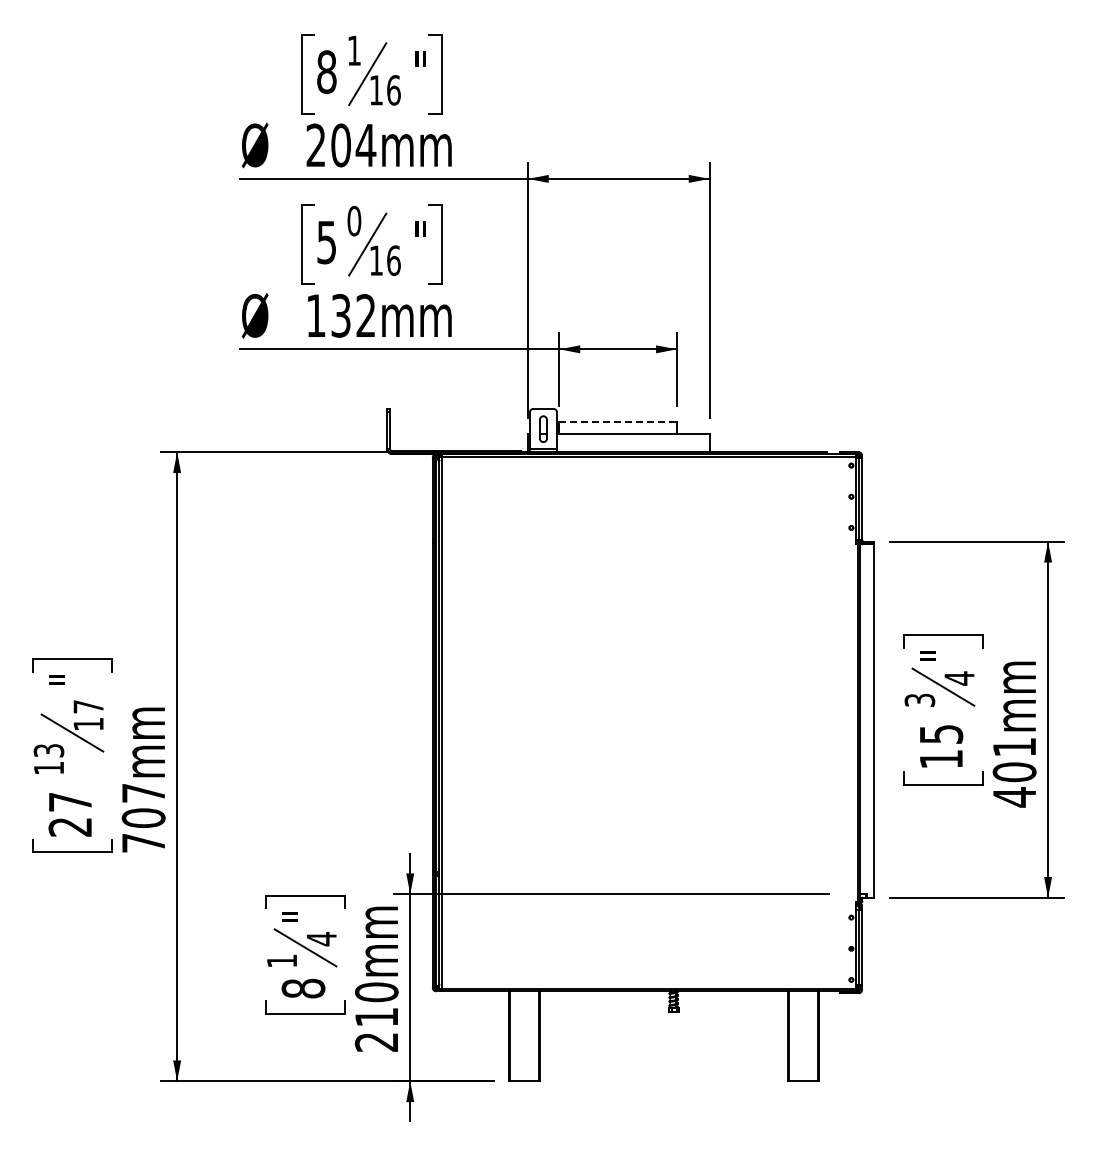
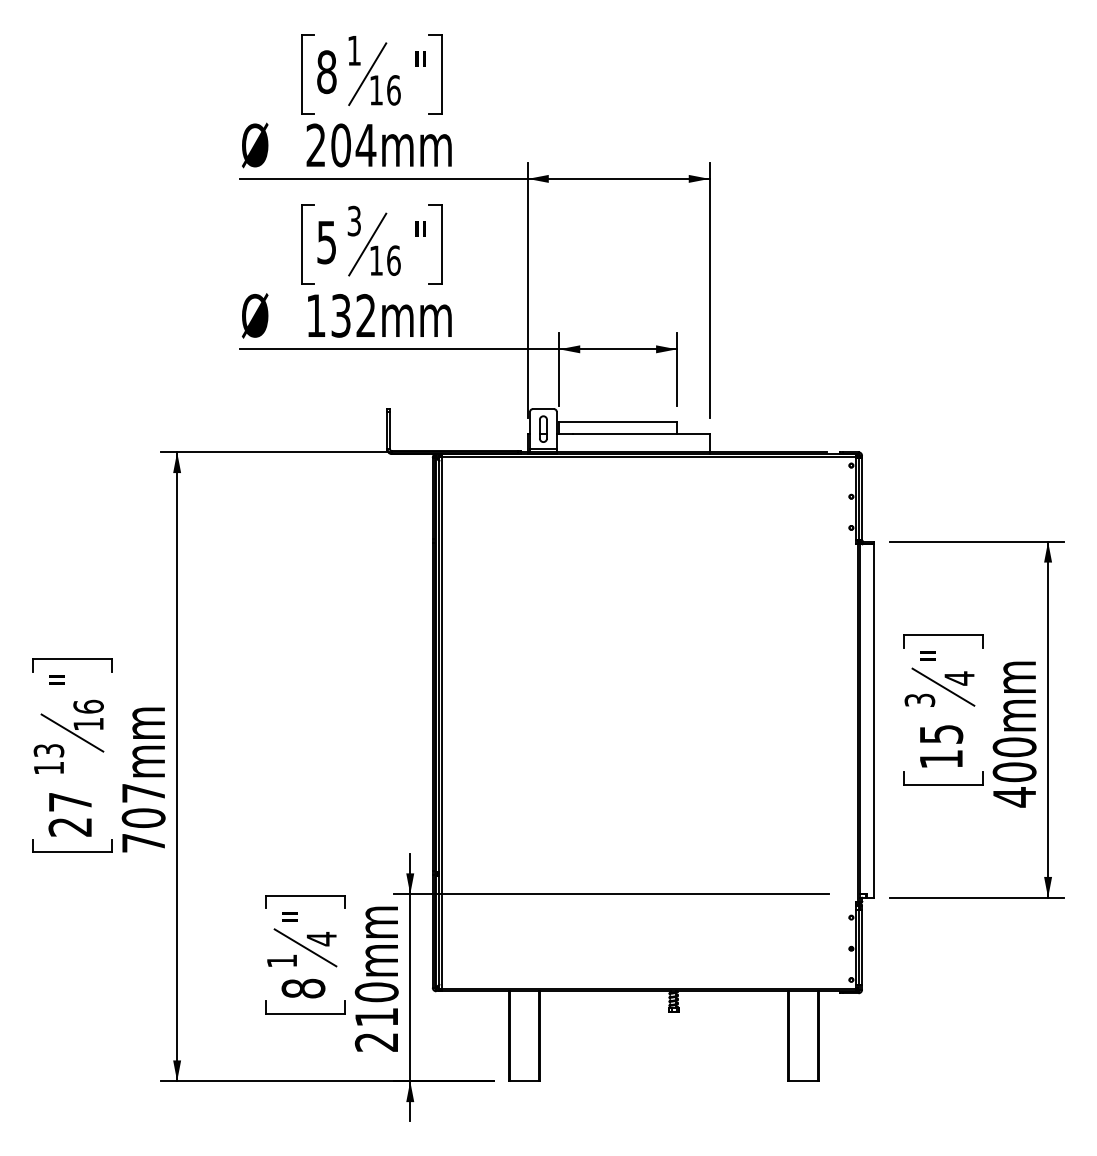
text at (354, 220): 0 -> 3
line at (618, 421): dashed -> solid
text at (88, 706): 17 -> 16
text at (1014, 747): 401mm -> 400mm
